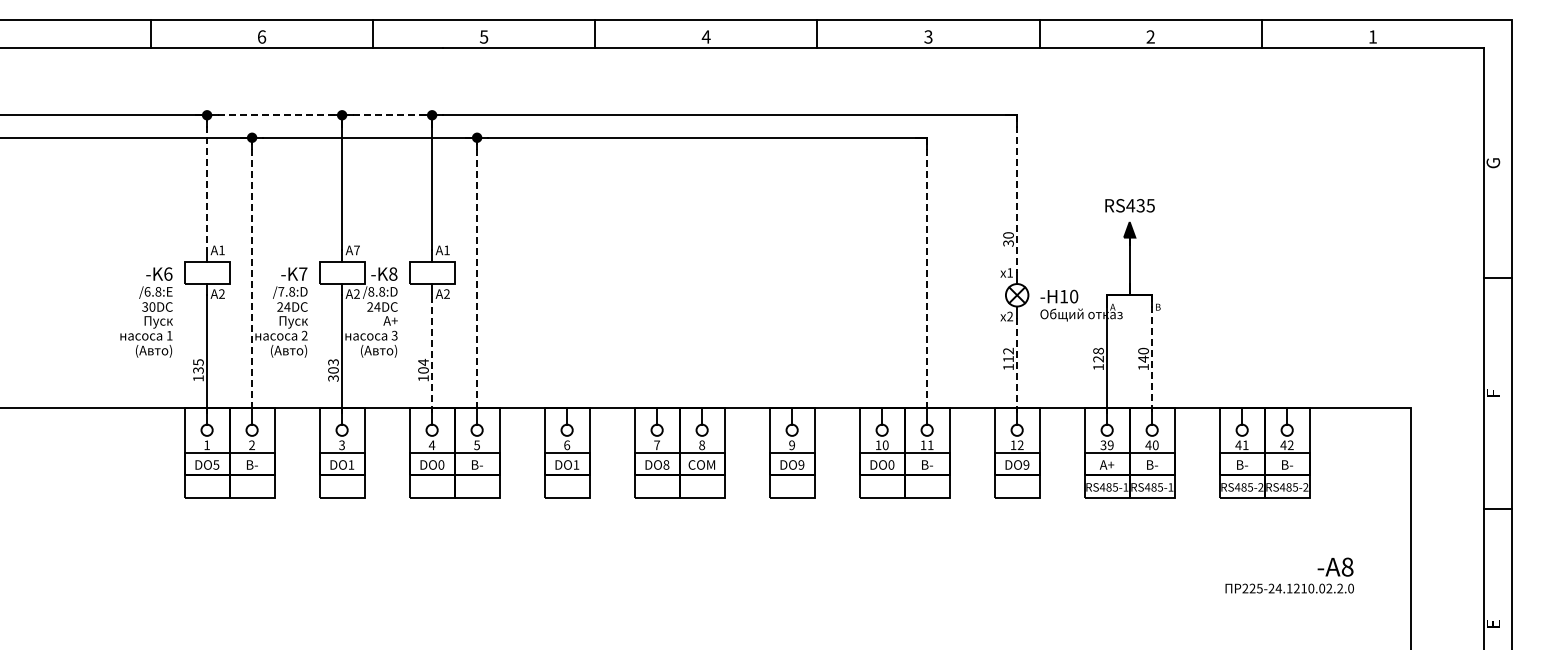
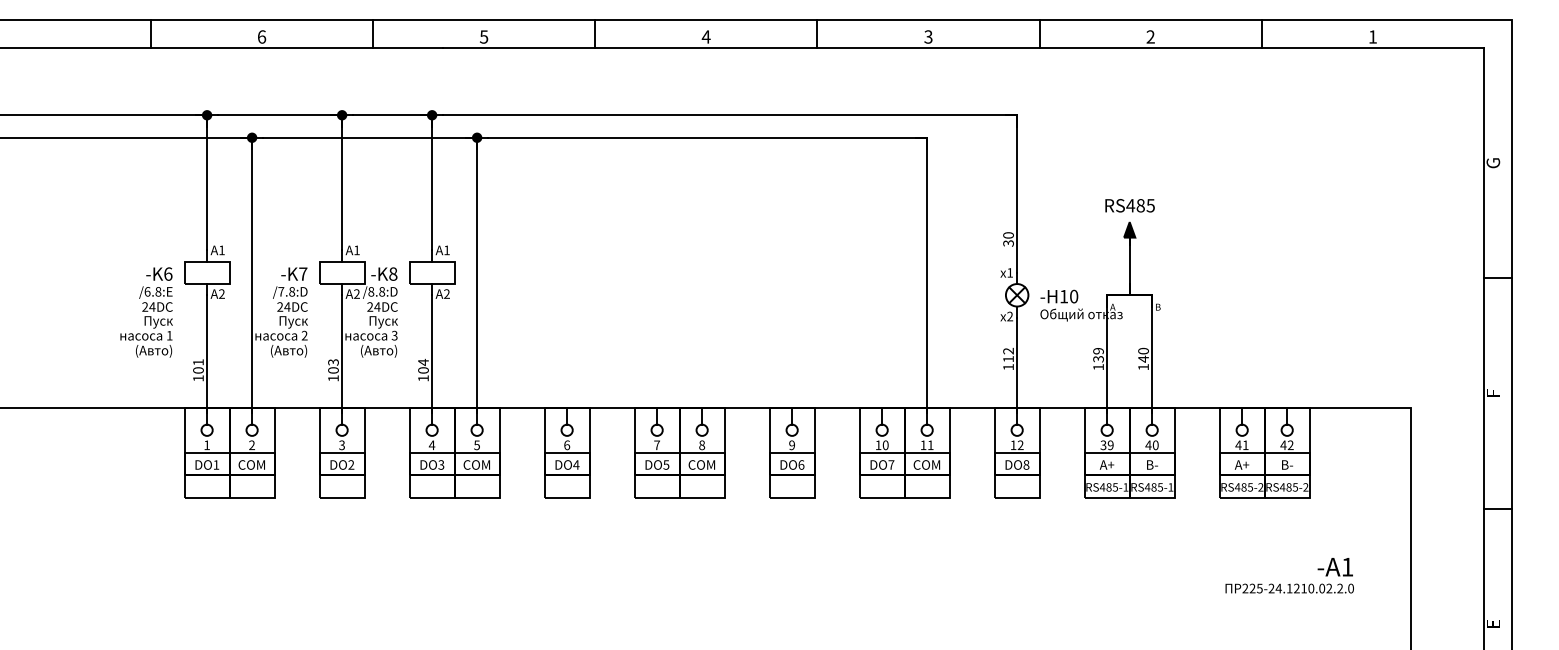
line at (280, 115): dashed -> solid
line at (393, 115): dashed -> solid
line at (207, 182): dashed -> solid
line at (1017, 194): dashed -> solid
text at (1140, 205): RS435 -> RS485
text at (356, 250): A7 -> A1
line at (252, 275): dashed -> solid
line at (477, 275): dashed -> solid
line at (927, 275): dashed -> solid
text at (148, 306): 30DC -> 24DC
text at (383, 322): A+ -> Пуск
line at (432, 353): dashed -> solid
text at (1098, 354): 128 -> 139
line at (1152, 354): dashed -> solid
line at (1017, 365): dashed -> solid
text at (198, 366): 135 -> 101
text at (333, 378): 303 -> 103
text at (216, 464): DO5 -> DO1
text at (251, 464): B- -> COM
text at (351, 464): DO1 -> DO2
text at (441, 464): DO0 -> DO3
text at (476, 464): B- -> COM
text at (576, 464): DO1 -> DO4
text at (666, 464): DO8 -> DO5
text at (801, 464): DO9 -> DO6
text at (891, 464): DO0 -> DO7
text at (926, 464): B- -> COM
text at (1026, 464): DO9 -> DO8
text at (1241, 464): B- -> A+
text at (1347, 566): -A8 -> -A1
